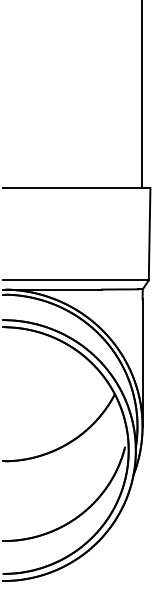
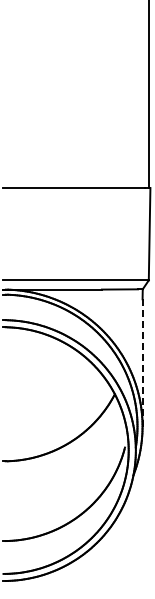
line at (141, 95) position: (141, 95) -> (148, 95)
line at (142, 362): solid -> dashed
